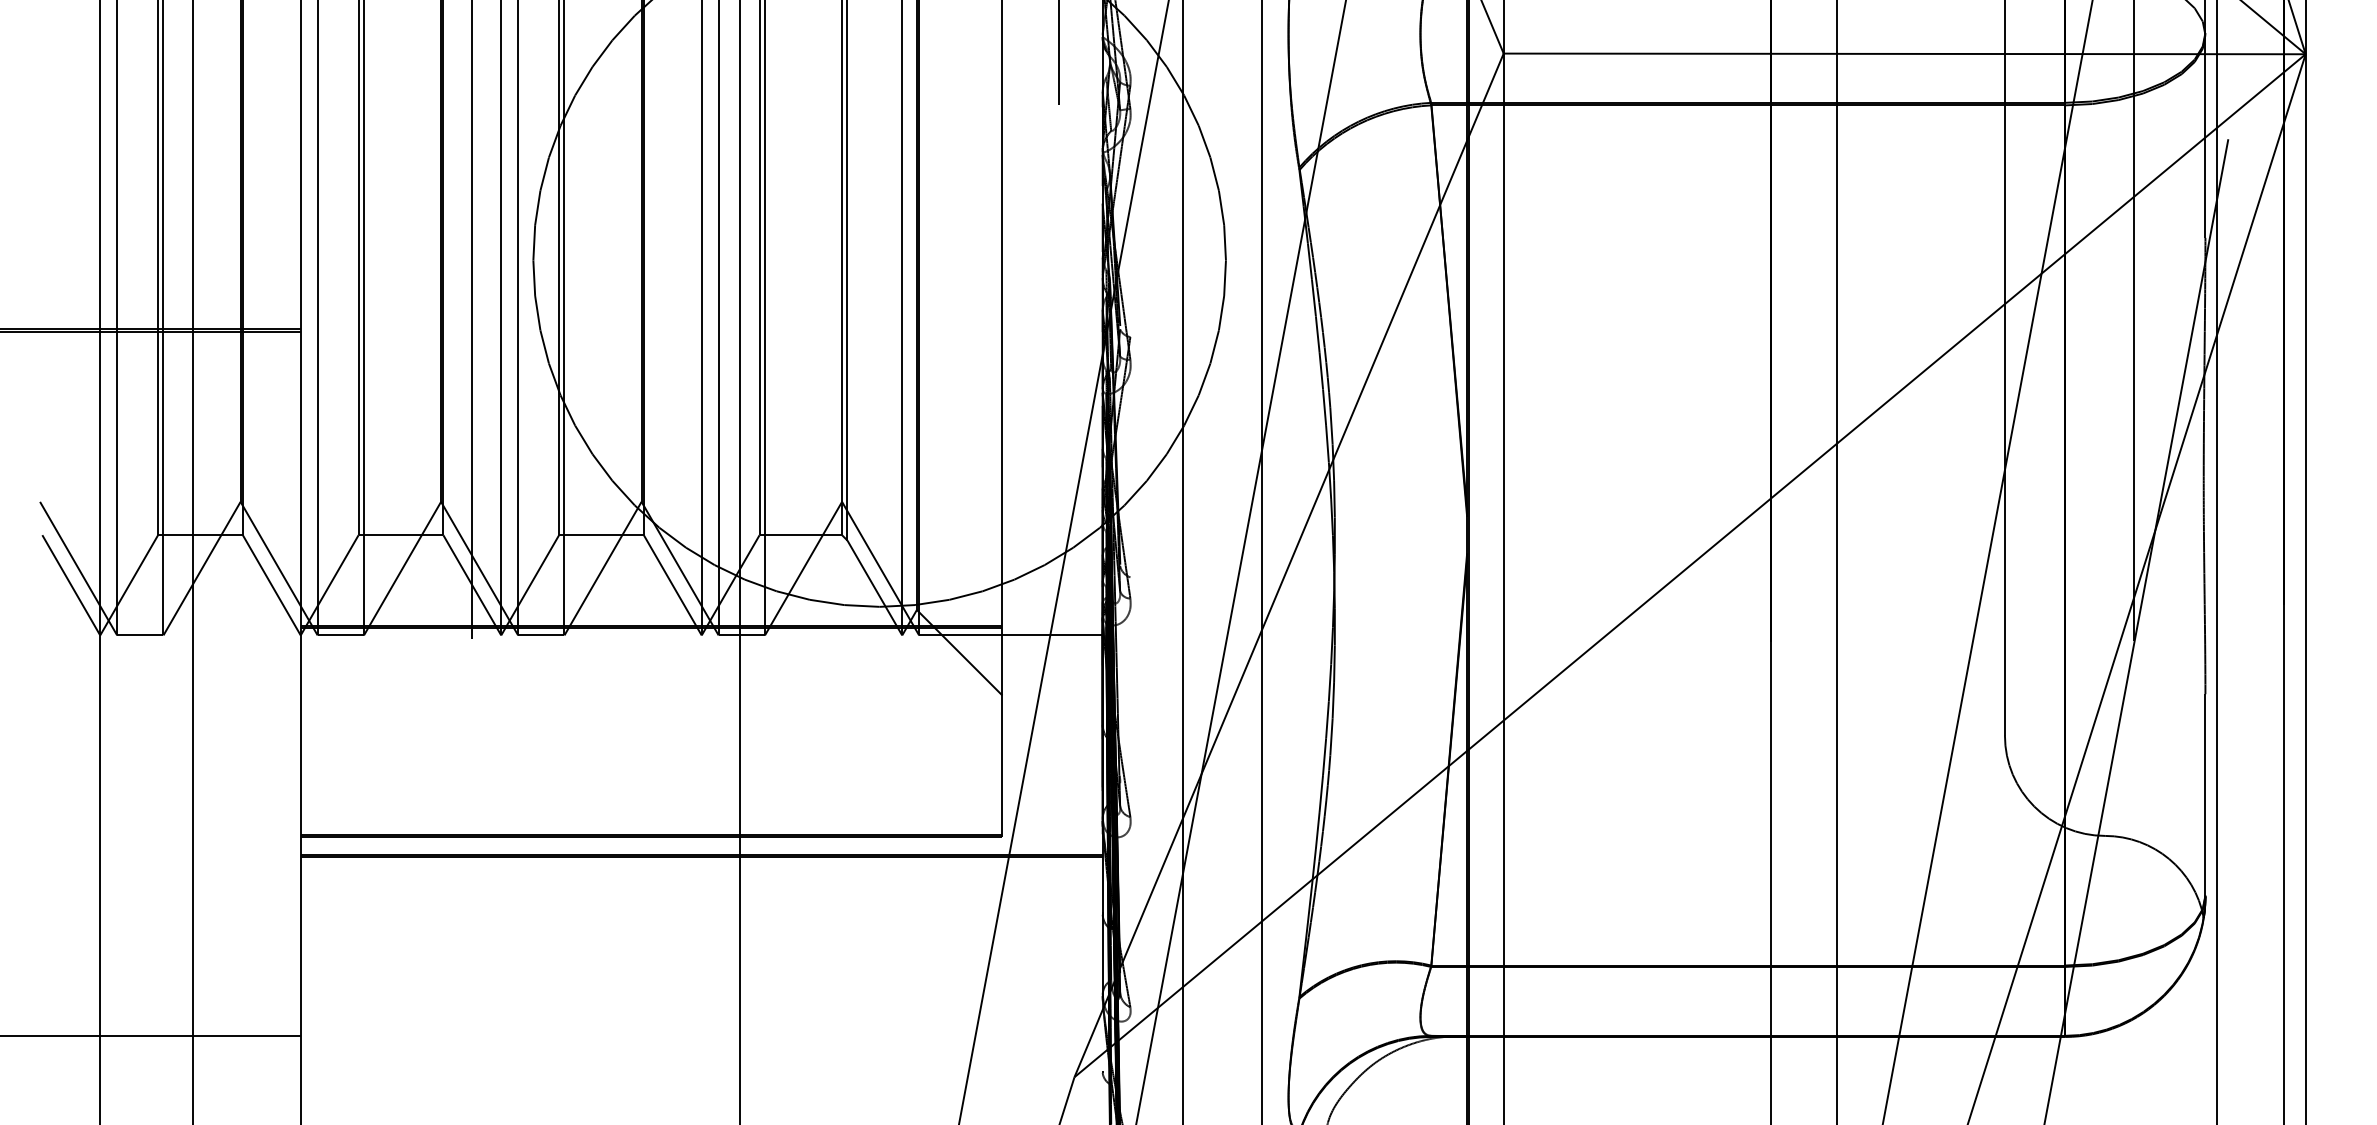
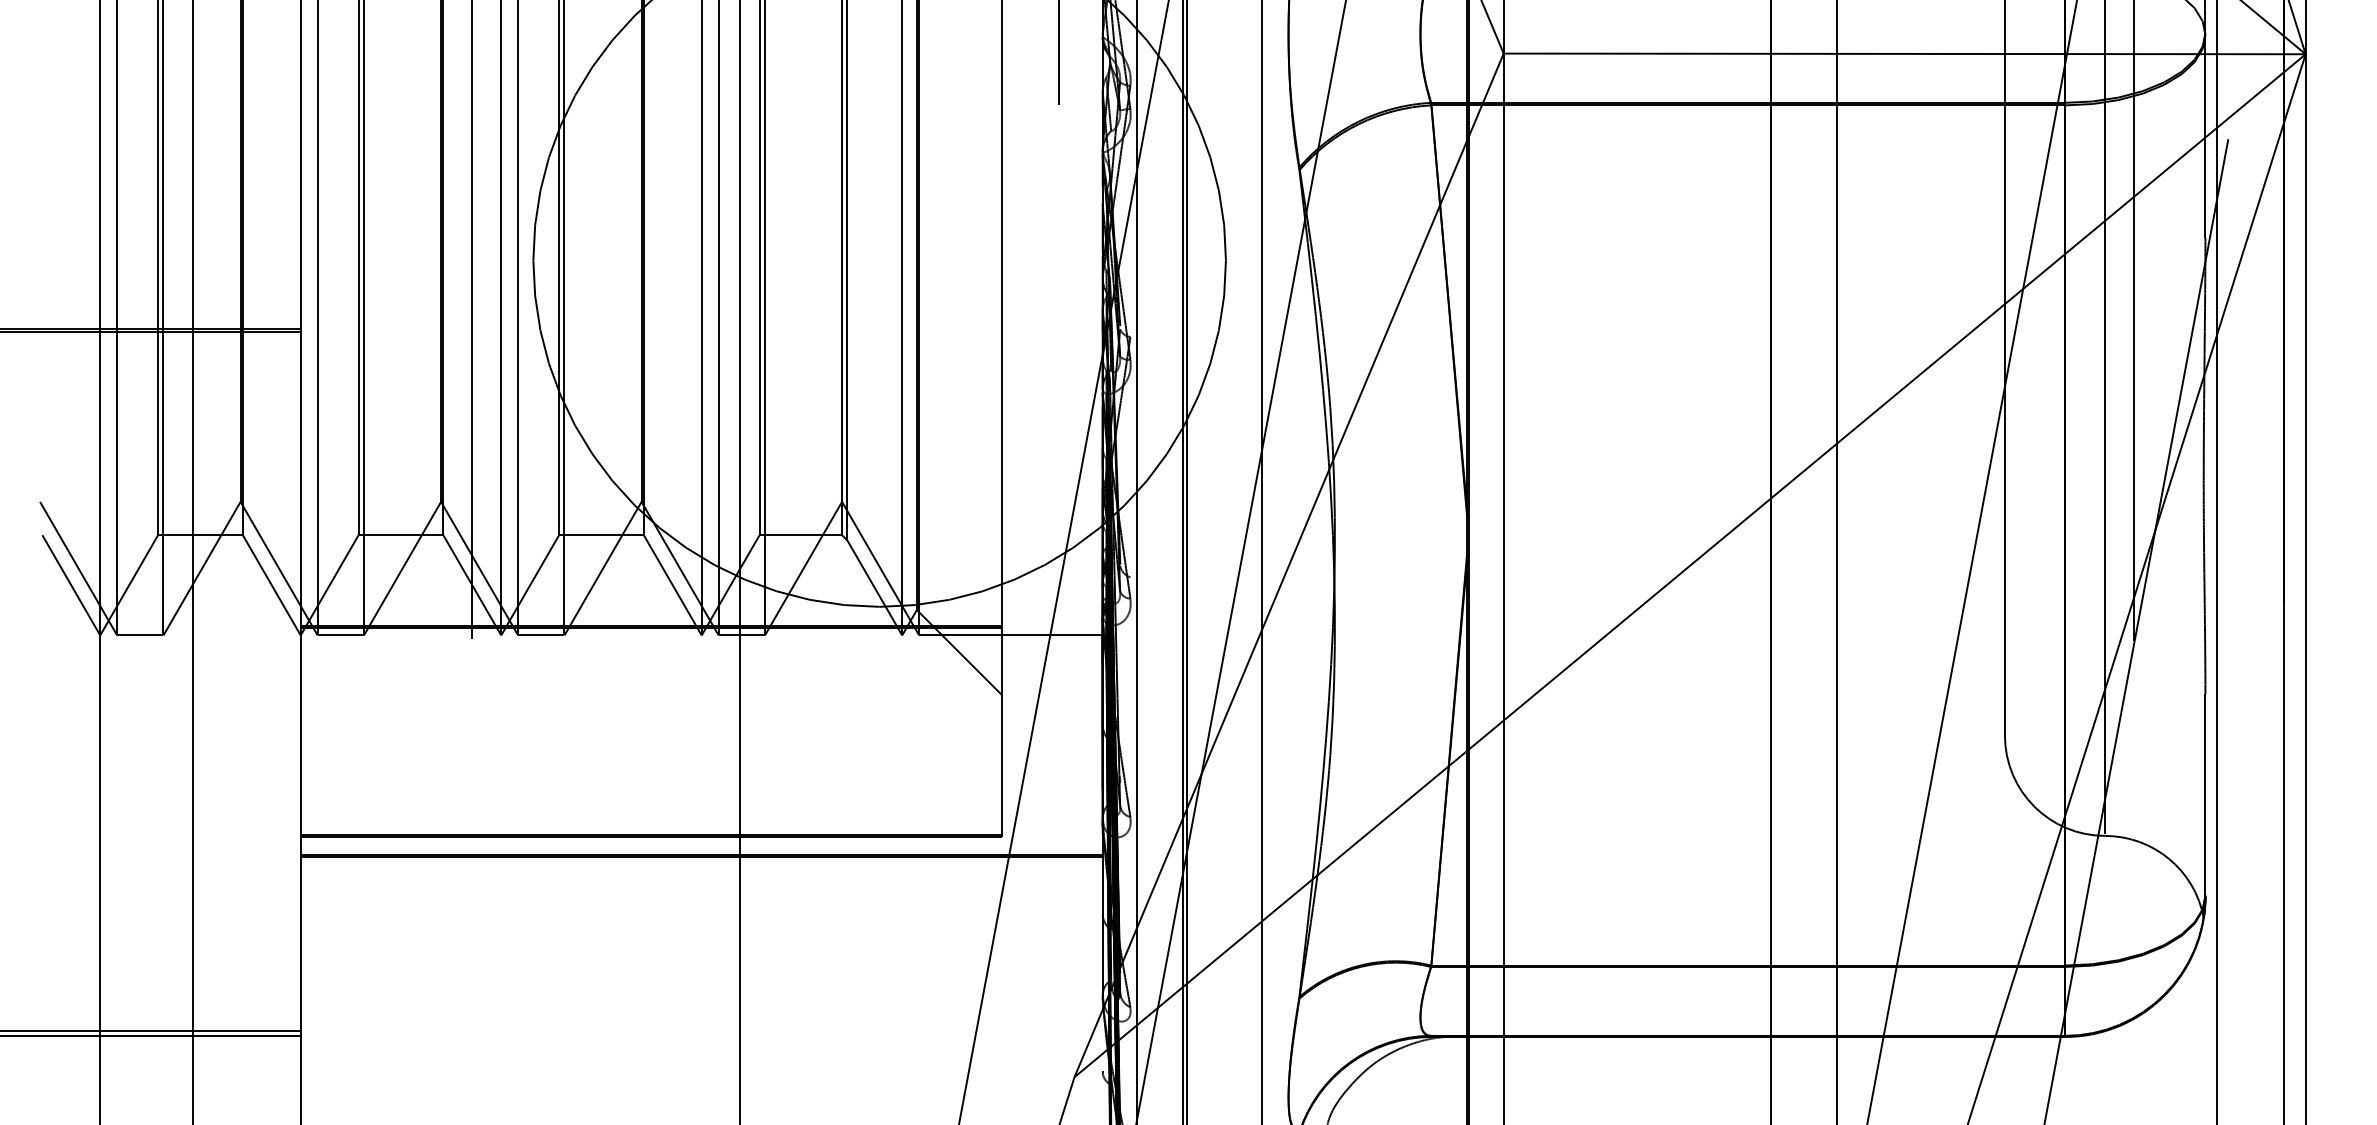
line at (2105, 417): none -> present
line at (1137, 561): none -> present
line at (1186, 561): none -> present
line at (1987, 561) position: (1987, 561) -> (1971, 561)
line at (151, 1031): none -> present
